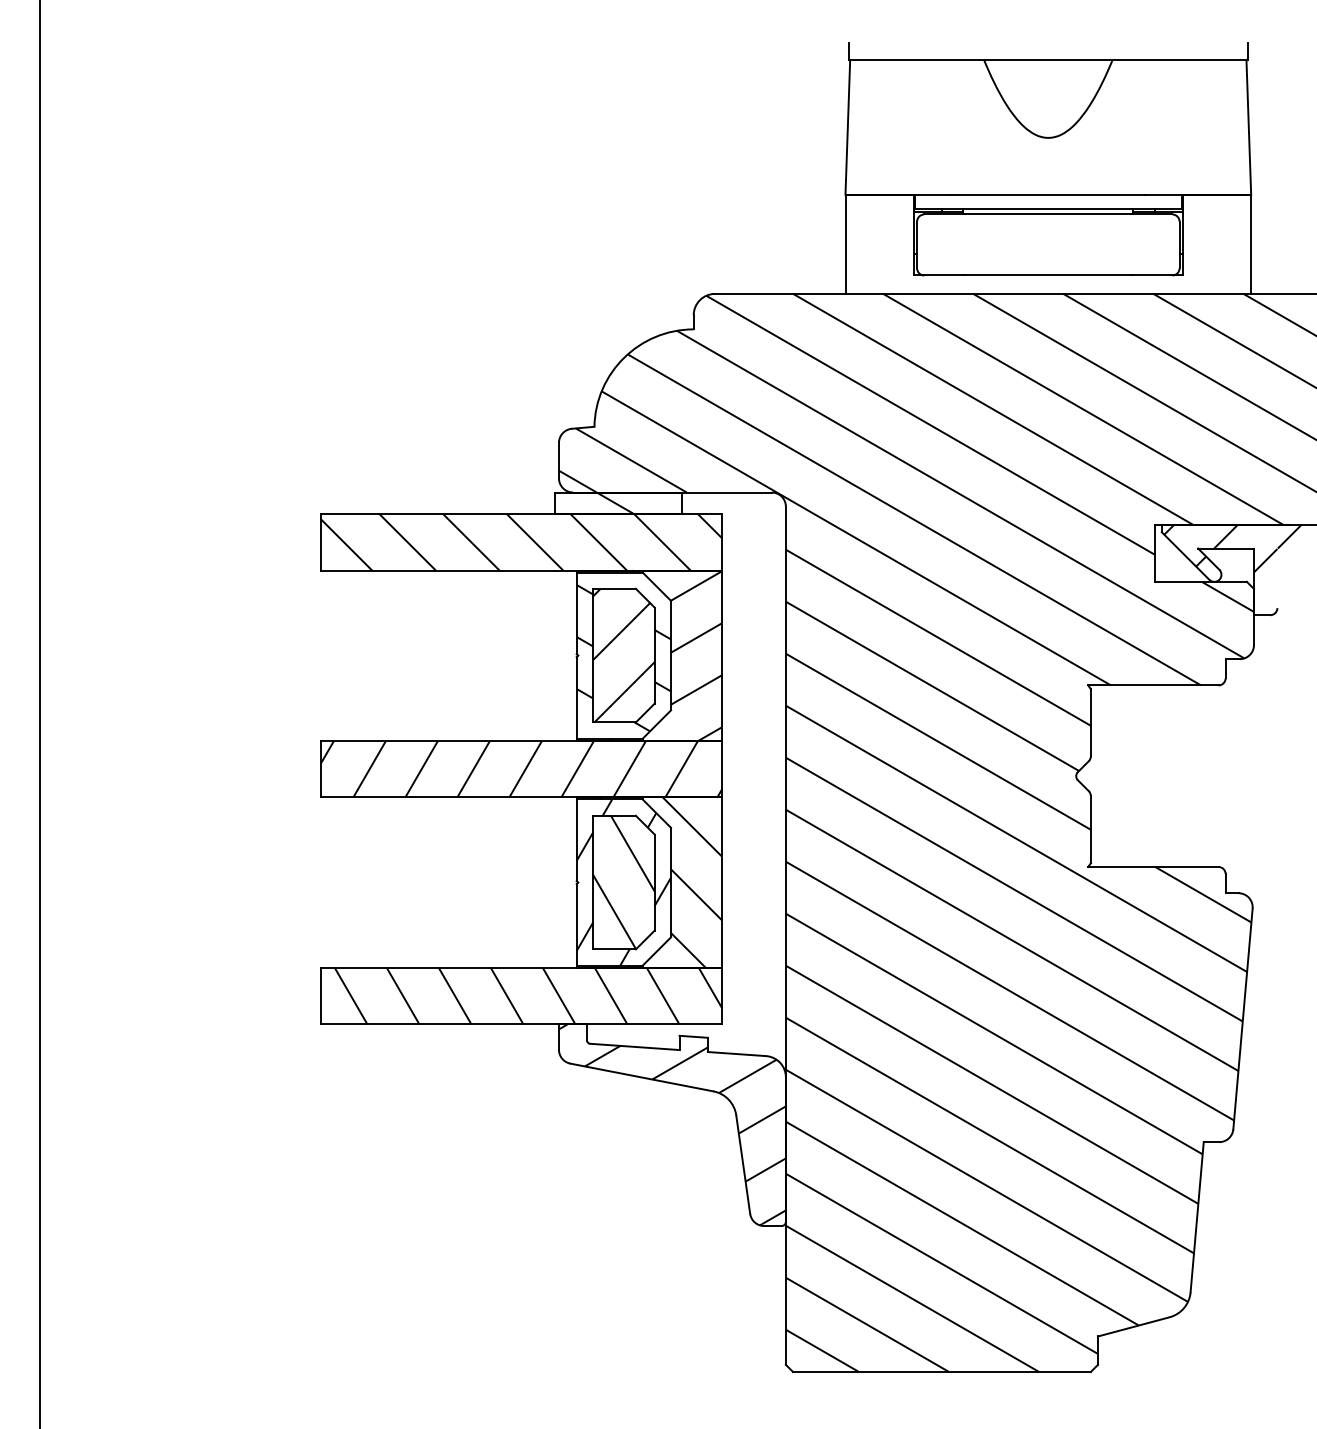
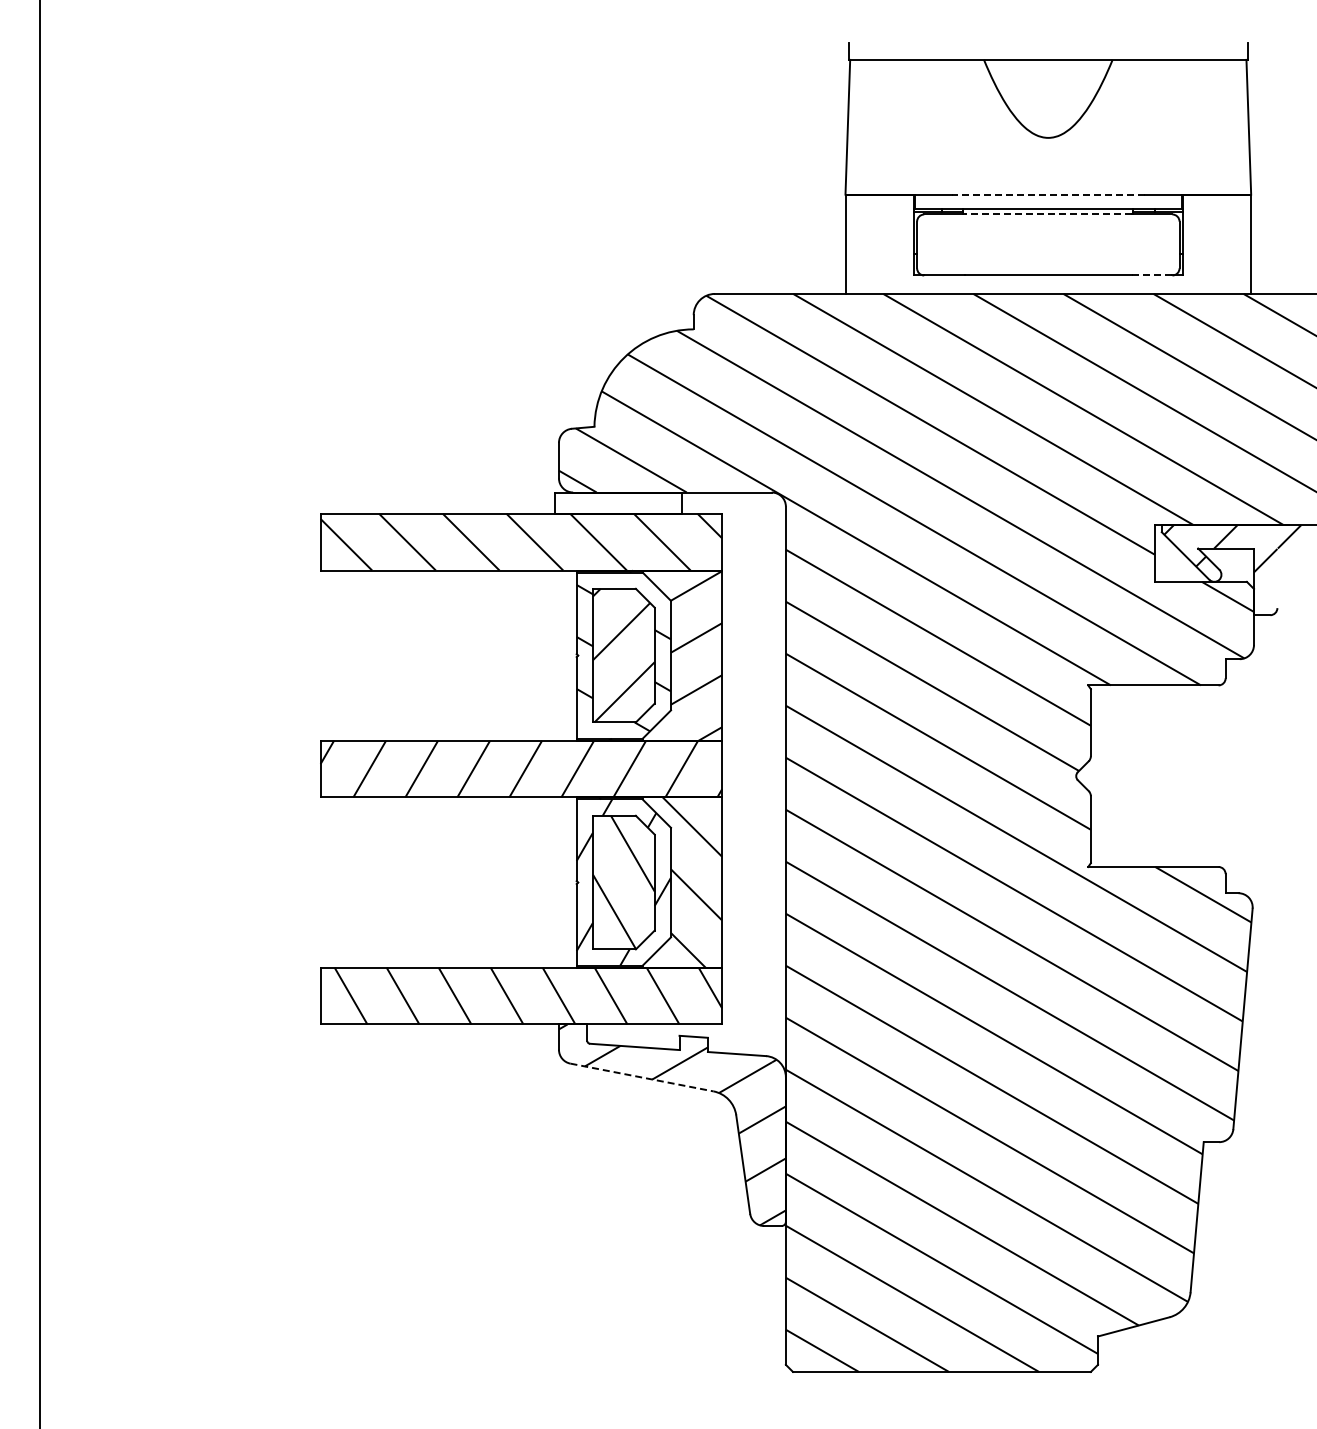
line at (1047, 194): solid -> dashed
line at (1047, 214): solid -> dashed
line at (1152, 275): solid -> dashed
hatch at (614, 502): present -> none
line at (642, 1077): solid -> dashed
